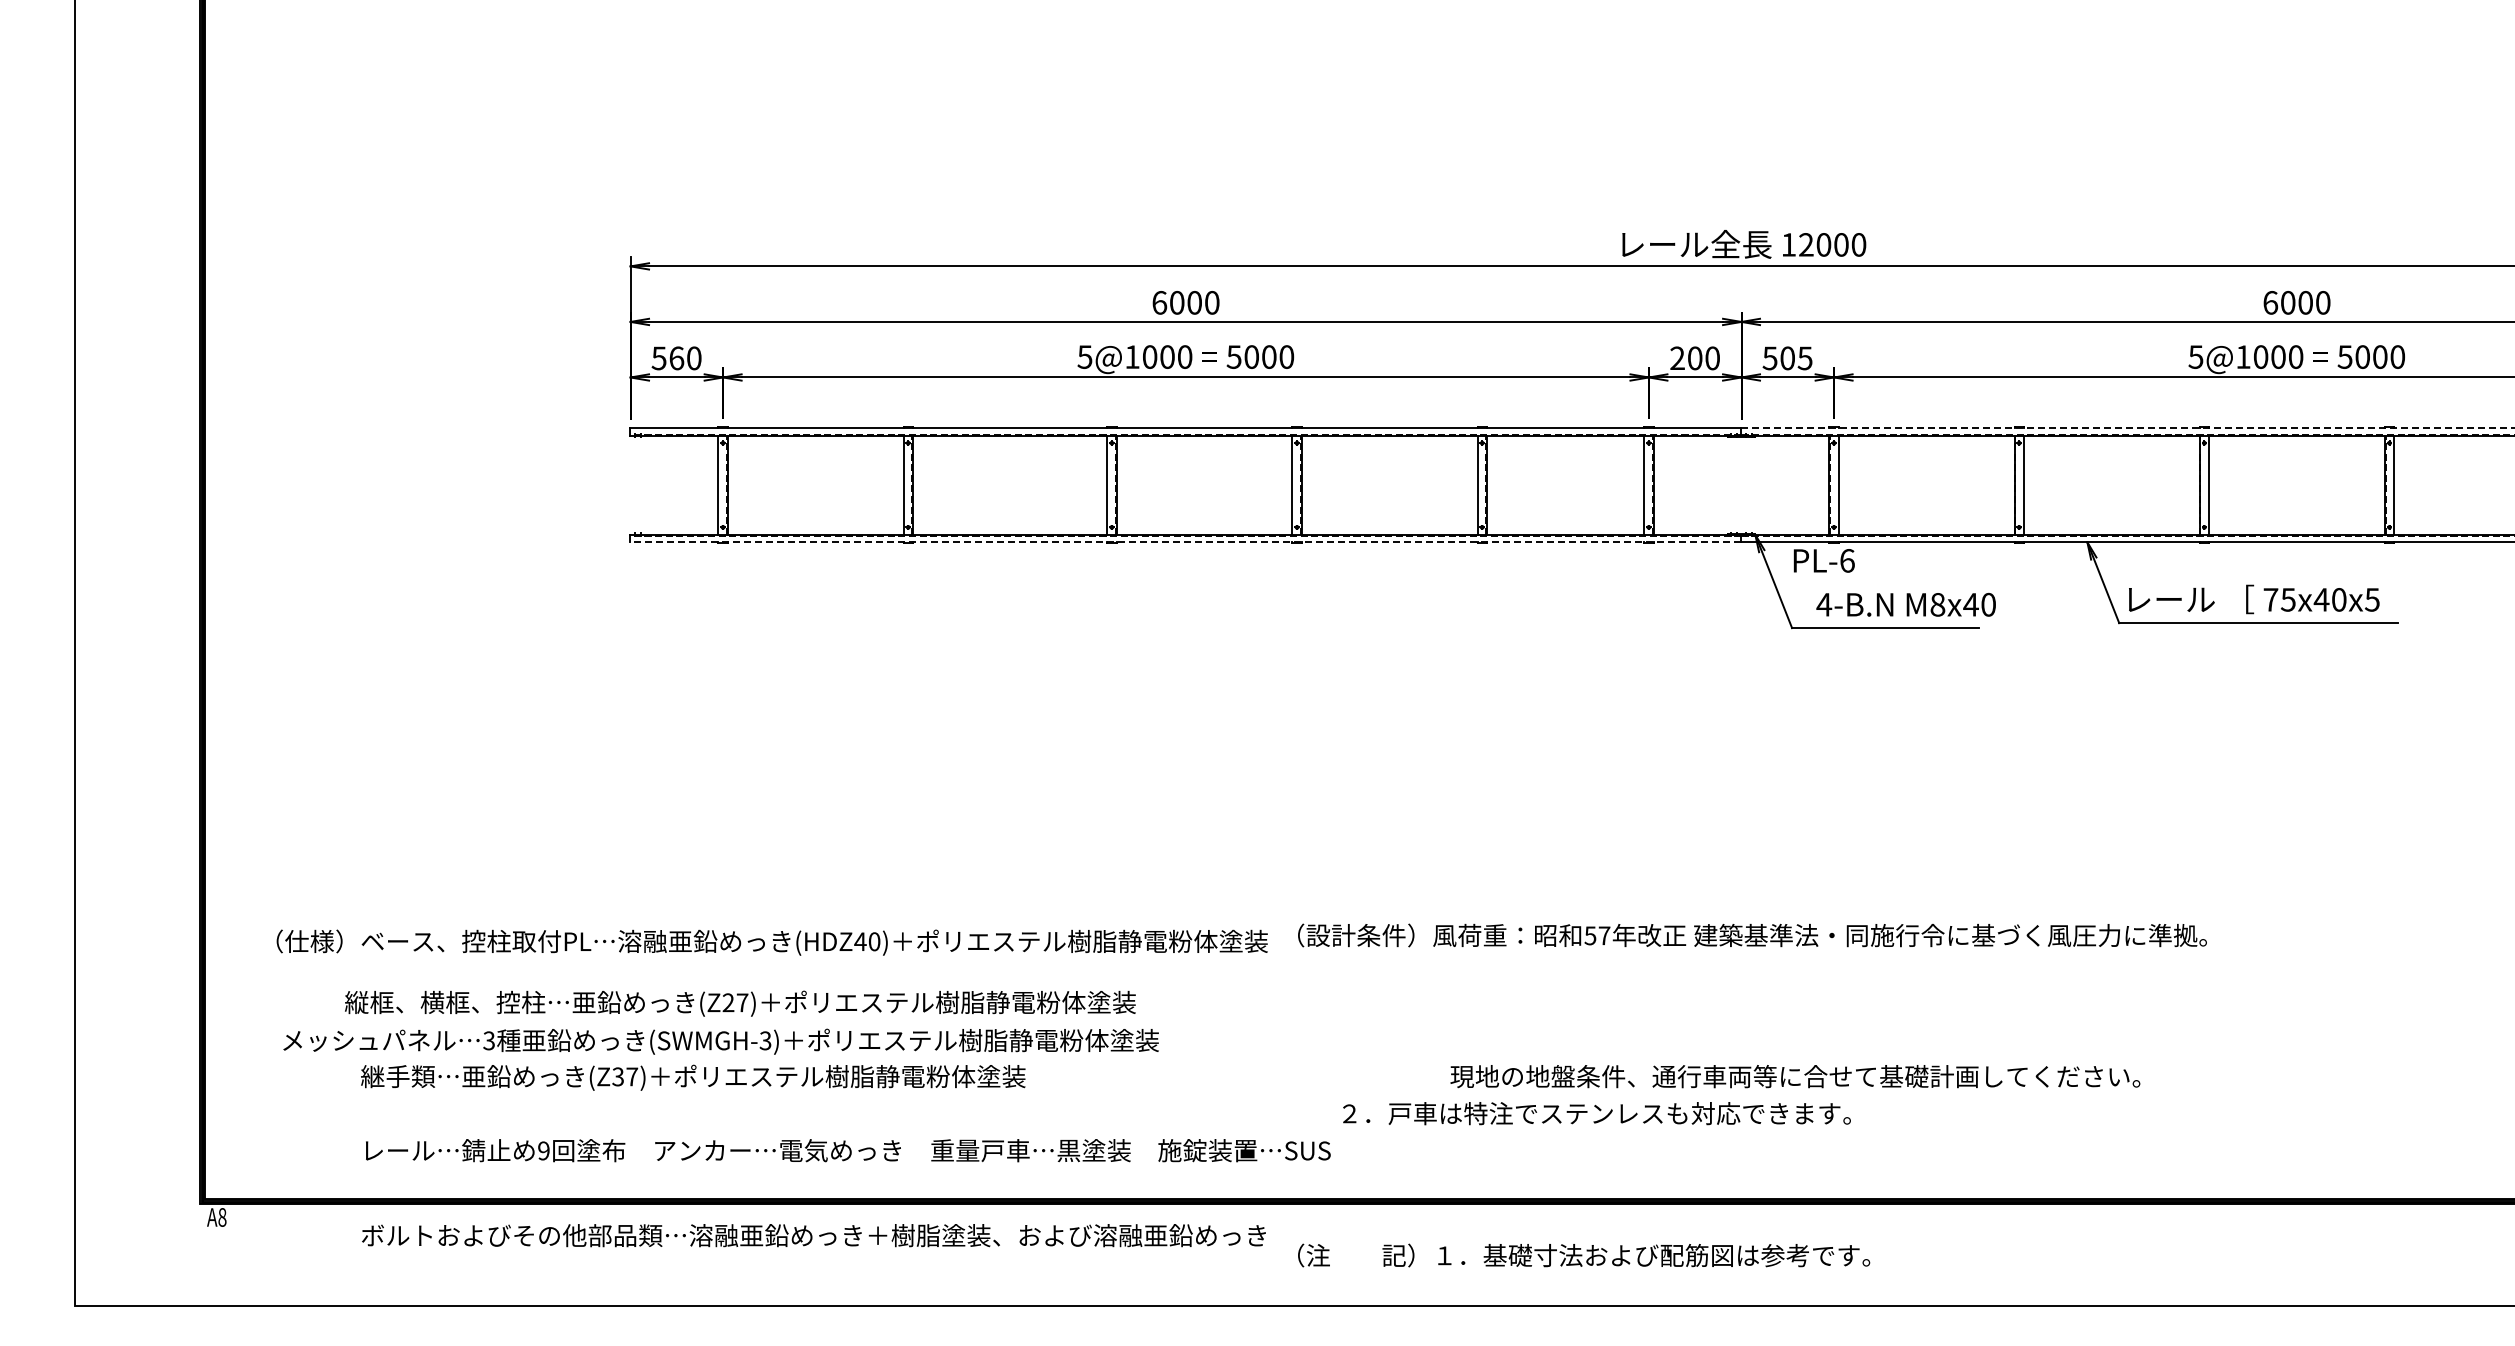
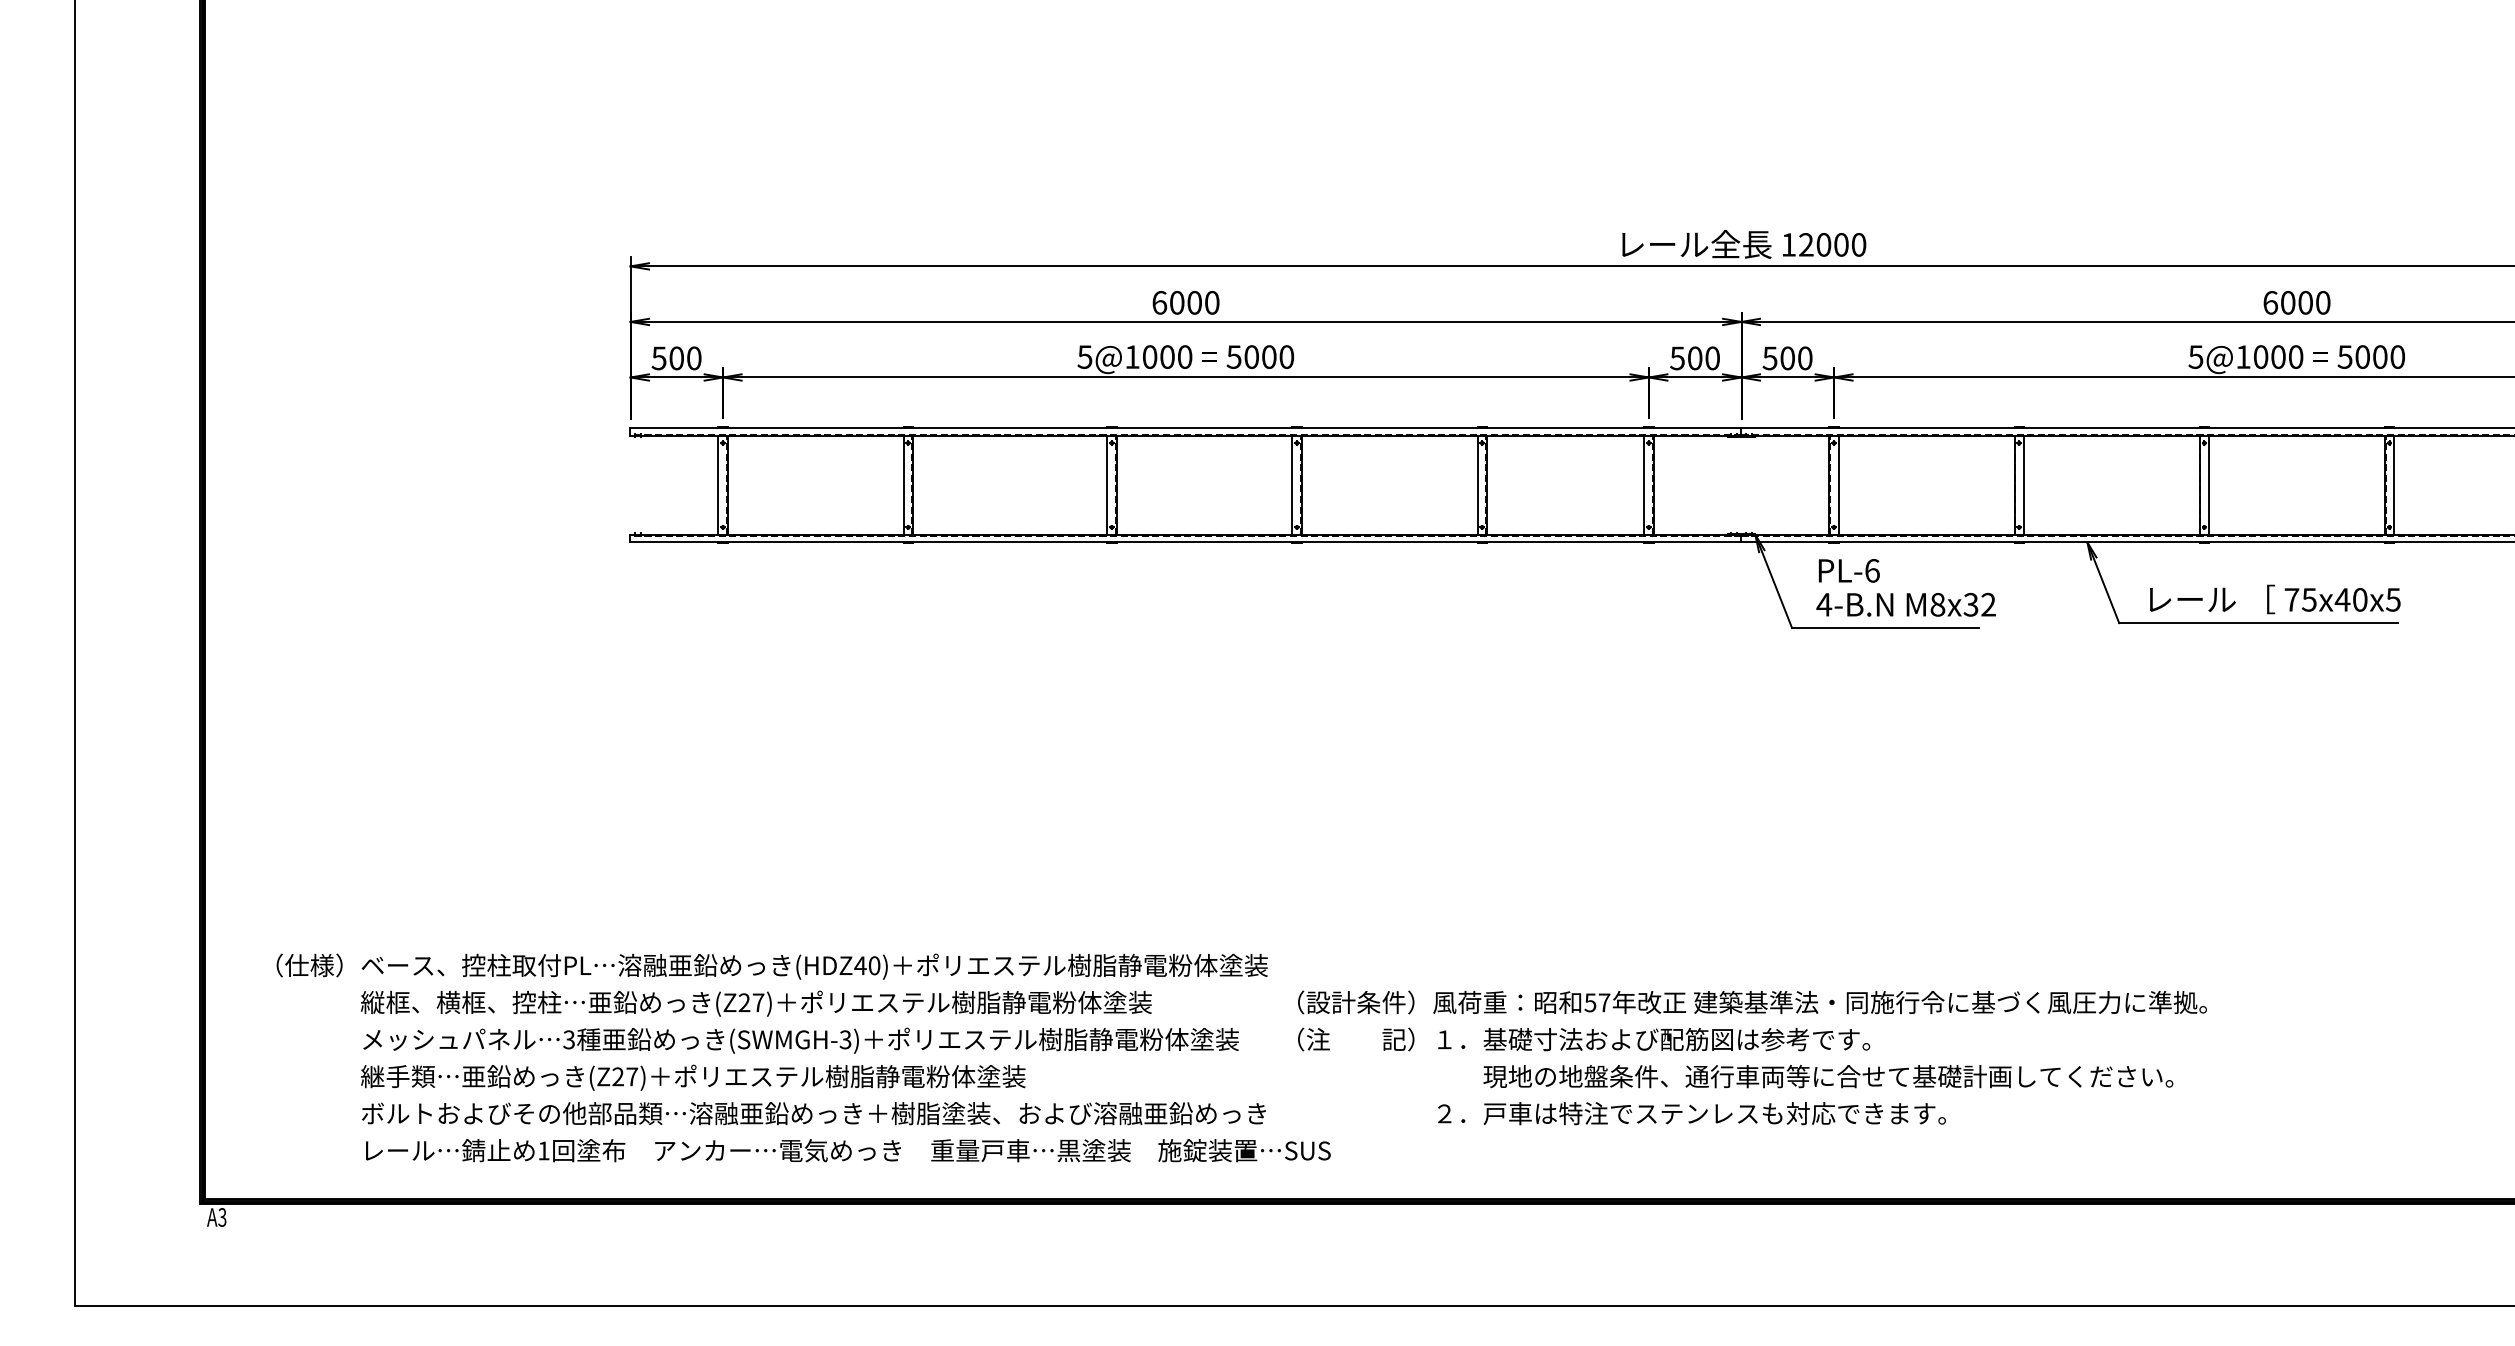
text at (676, 358): 560 -> 500
text at (1677, 358): 200 -> 500
text at (1804, 358): 505 -> 500
line at (2128, 428): dashed -> solid
line at (1185, 542): dashed -> solid
text at (1823, 560) position: (1823, 560) -> (1848, 570)
text at (2254, 599) position: (2254, 599) -> (2275, 599)
text at (1979, 604): M8x40 -> M8x32
text at (1752, 935) position: (1752, 935) -> (1752, 1002)
text at (771, 942) position: (771, 942) -> (771, 966)
text at (740, 1003) position: (740, 1003) -> (756, 1003)
text at (720, 1041) position: (720, 1041) -> (800, 1040)
text at (617, 1076): (Z37) -> (Z27)
text at (1795, 1076) position: (1795, 1076) -> (1828, 1076)
text at (1596, 1113) position: (1596, 1113) -> (1691, 1113)
text at (543, 1150): 9 -> 1
text at (222, 1217): A8 -> A3
text at (813, 1235) position: (813, 1235) -> (813, 1113)
text at (1584, 1255) position: (1584, 1255) -> (1584, 1039)
